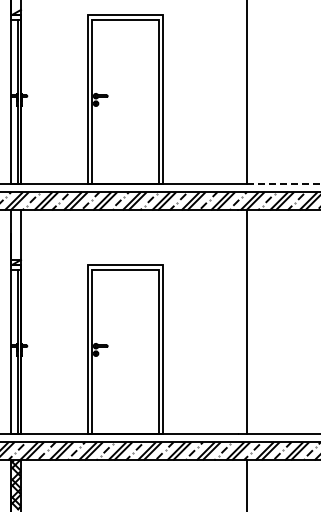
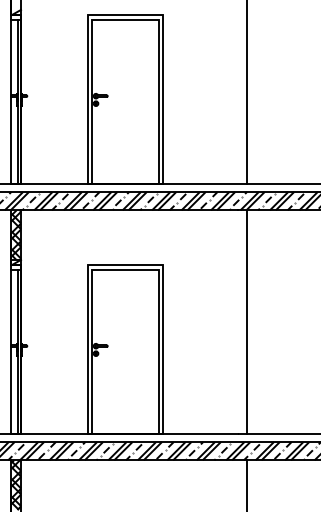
line at (284, 183): dashed -> solid
hatch at (16, 234): none -> present
